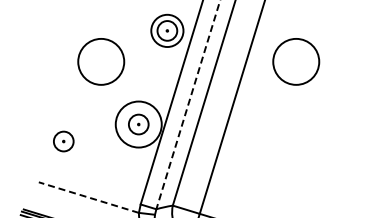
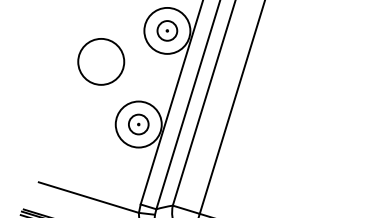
circle at (167, 30) diameter: 32 px -> 46 px
circle at (296, 61): present -> none
line at (188, 105): dashed -> solid
part at (63, 141): present -> none
line at (88, 197): dashed -> solid
